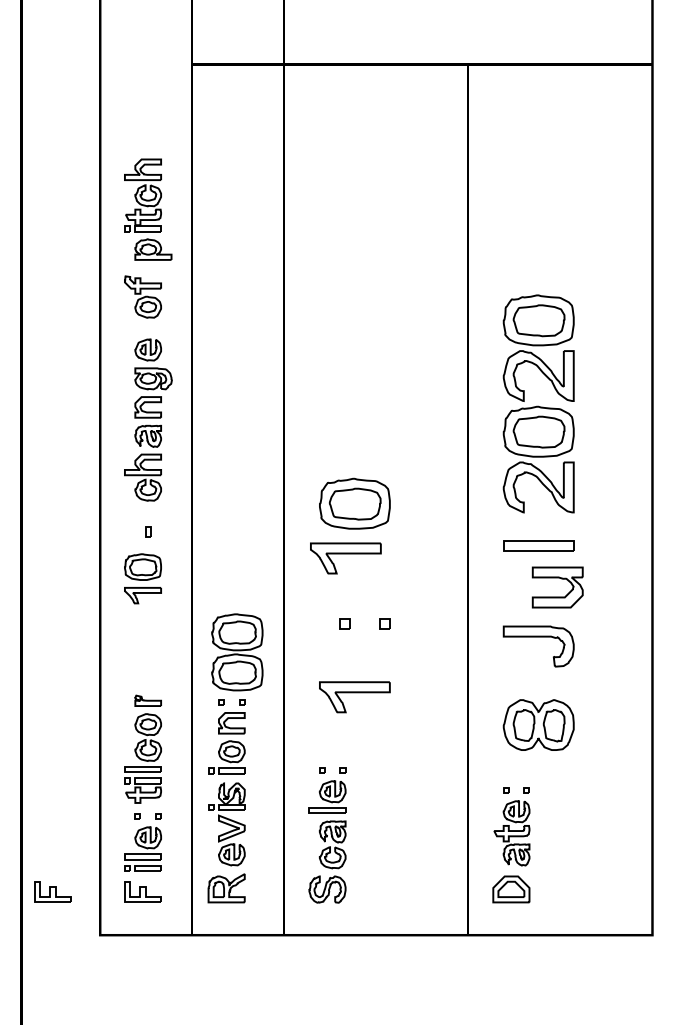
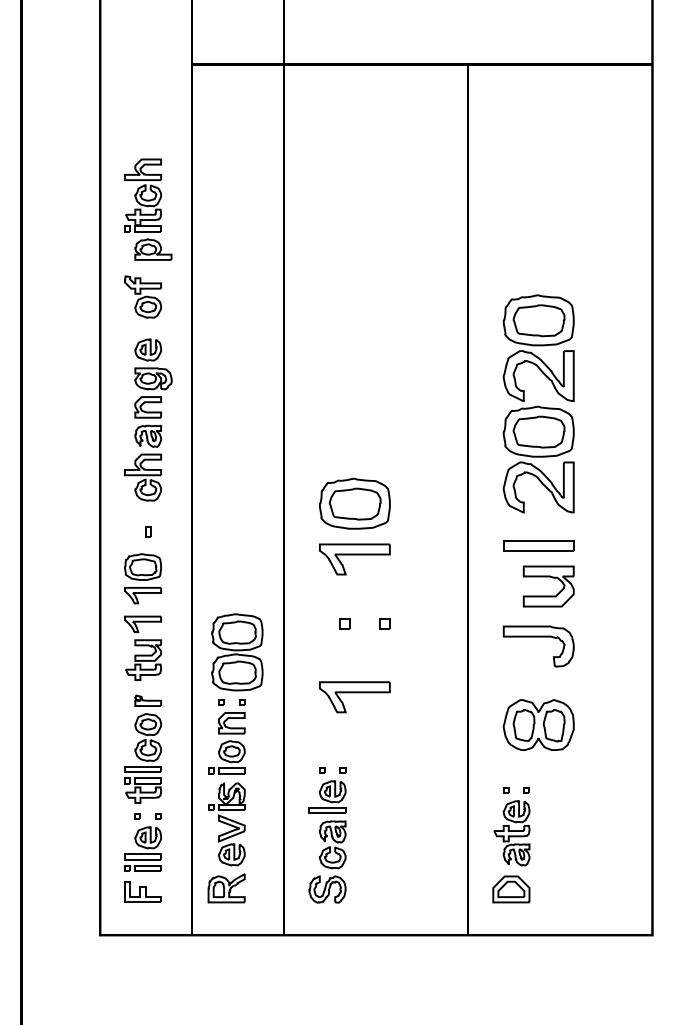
part at (345, 558) position: (345, 558) -> (354, 559)
part at (561, 579) position: (561, 579) -> (552, 578)
part at (142, 647): none -> present
part at (52, 891): present -> none
